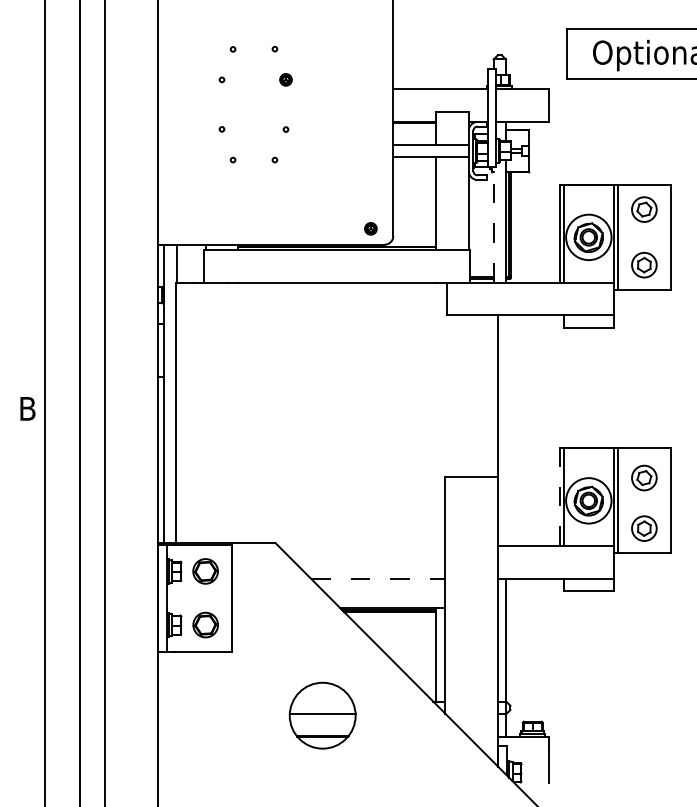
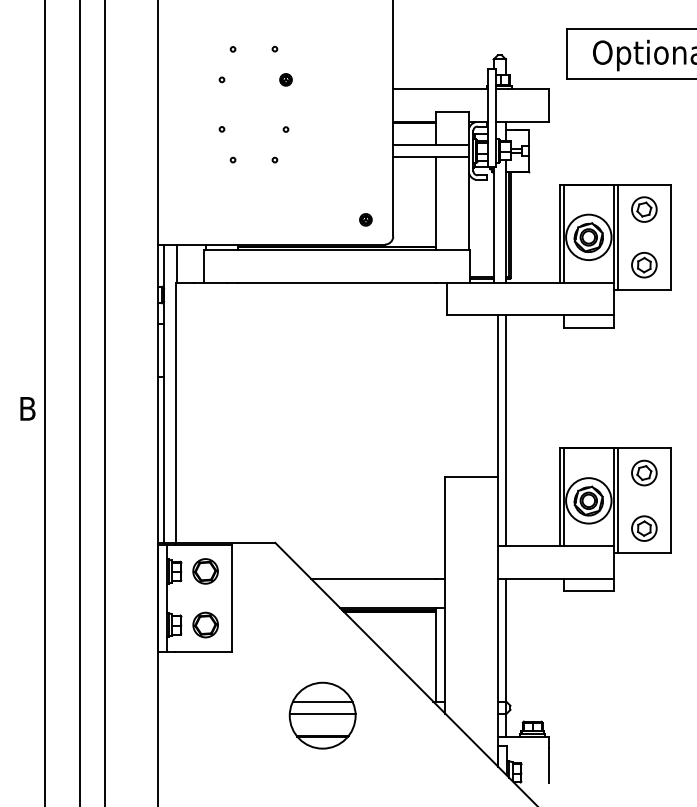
line at (493, 224): dashed -> solid
part at (370, 228) position: (370, 228) -> (365, 219)
line at (505, 430): none -> present
part at (644, 477) position: (644, 477) -> (644, 472)
line at (559, 497): dashed -> solid
line at (374, 578): dashed -> solid
line at (322, 701): none -> present
